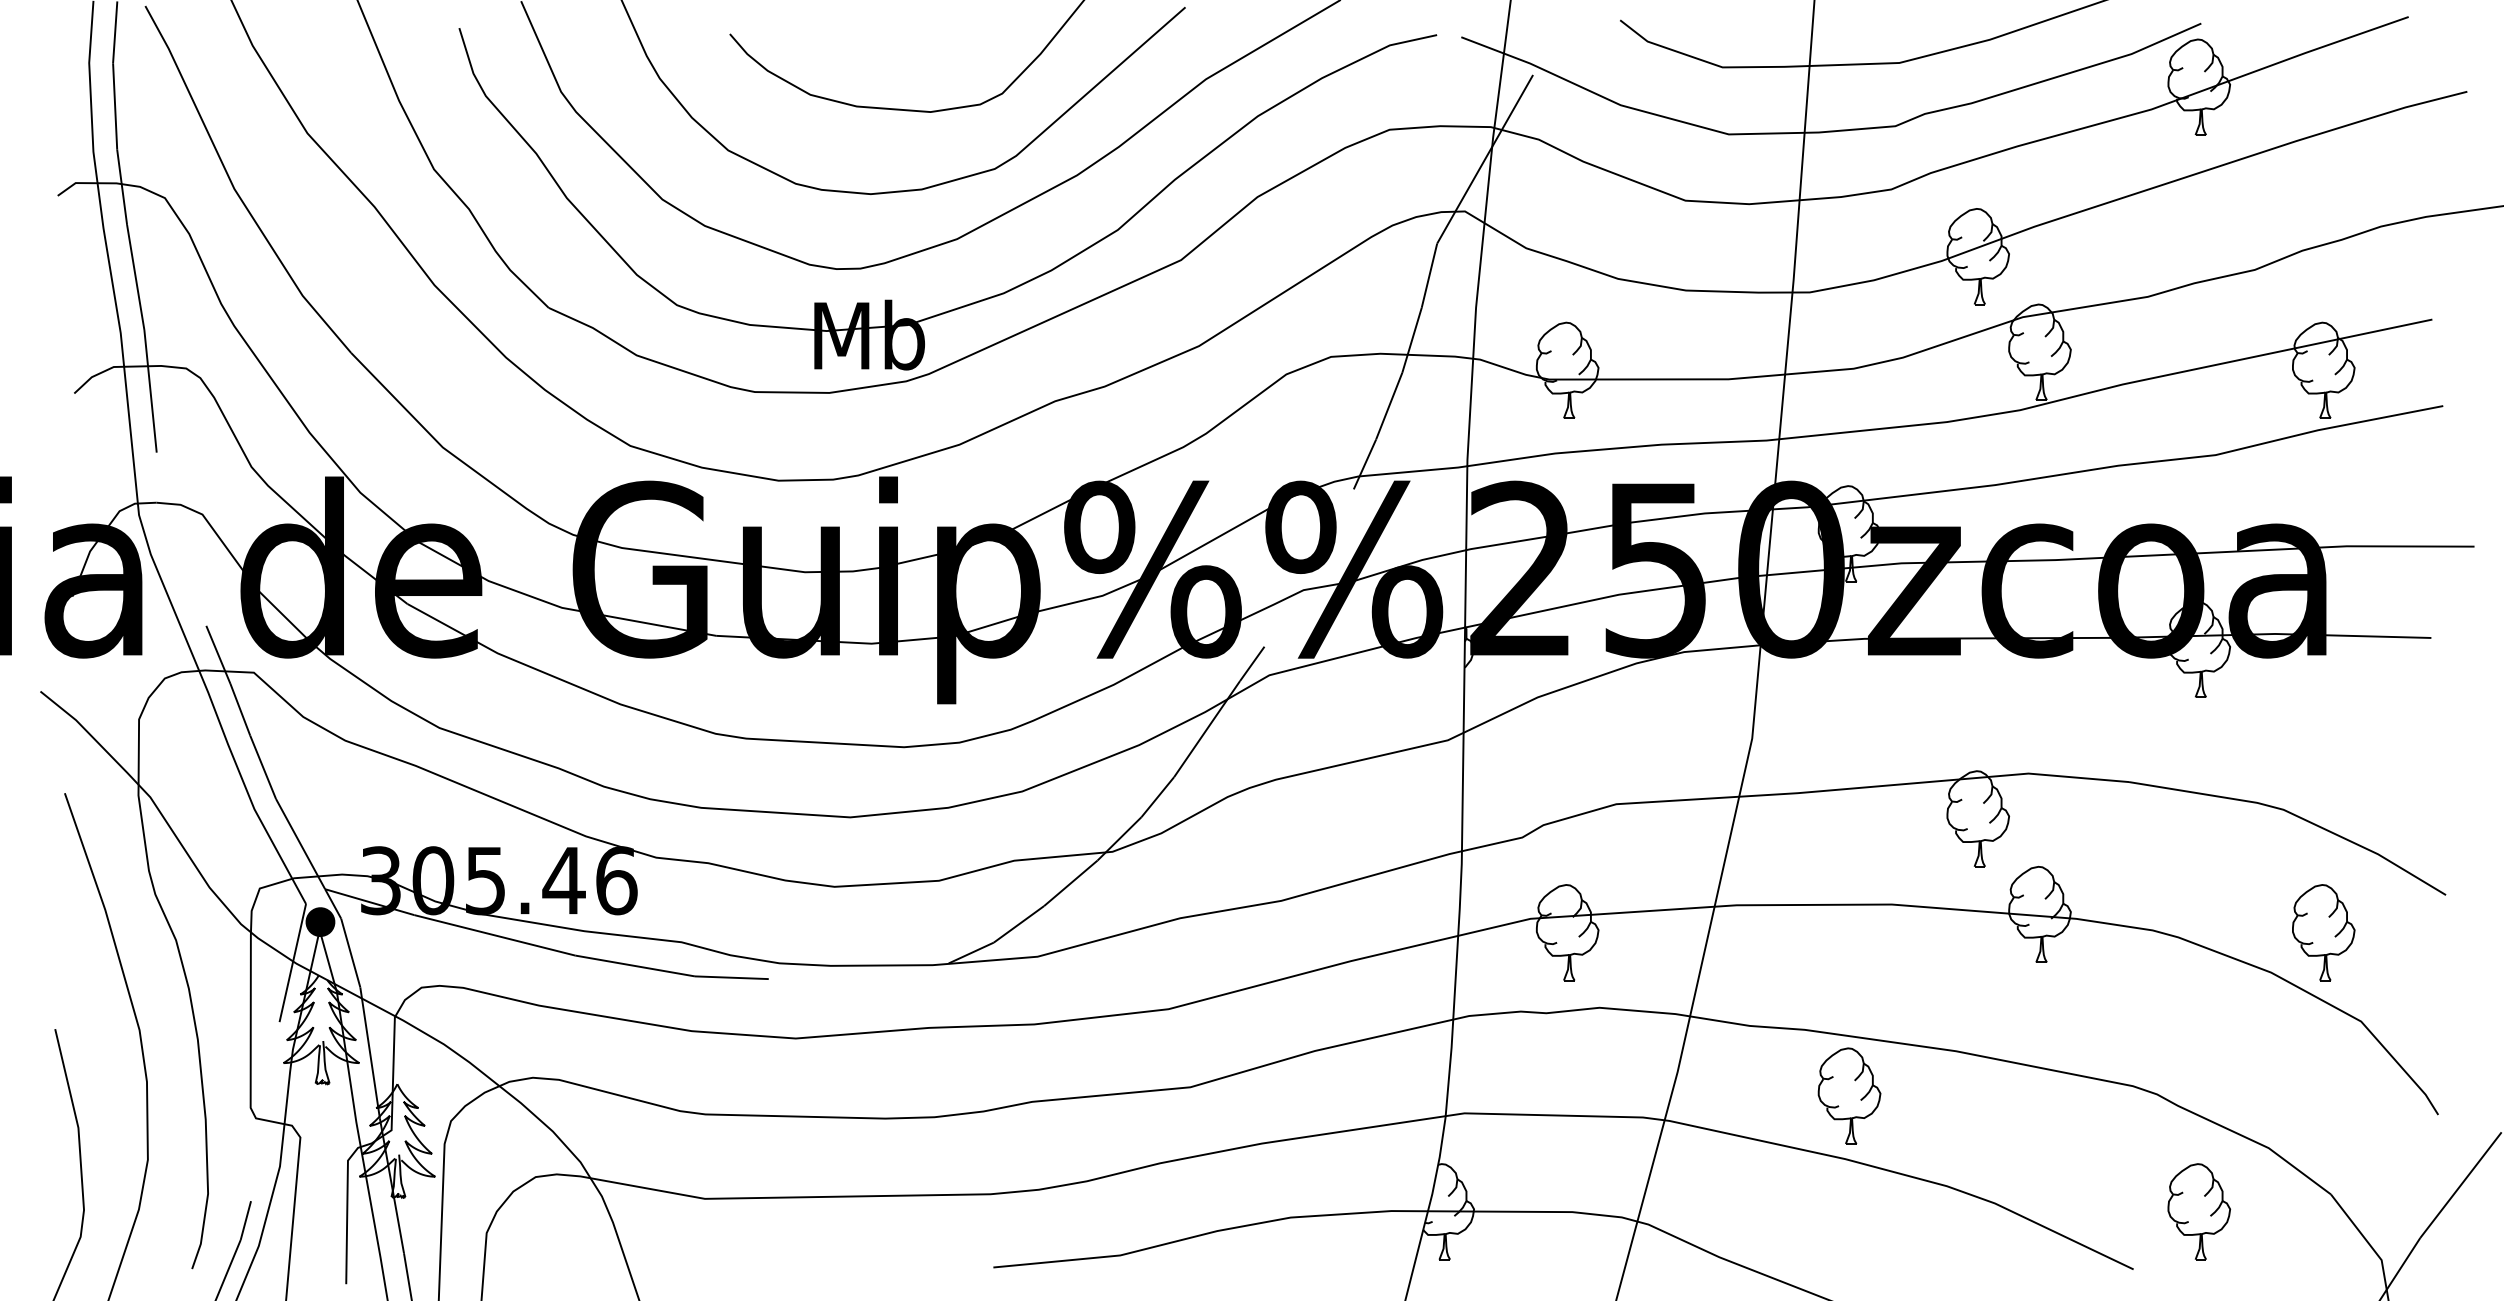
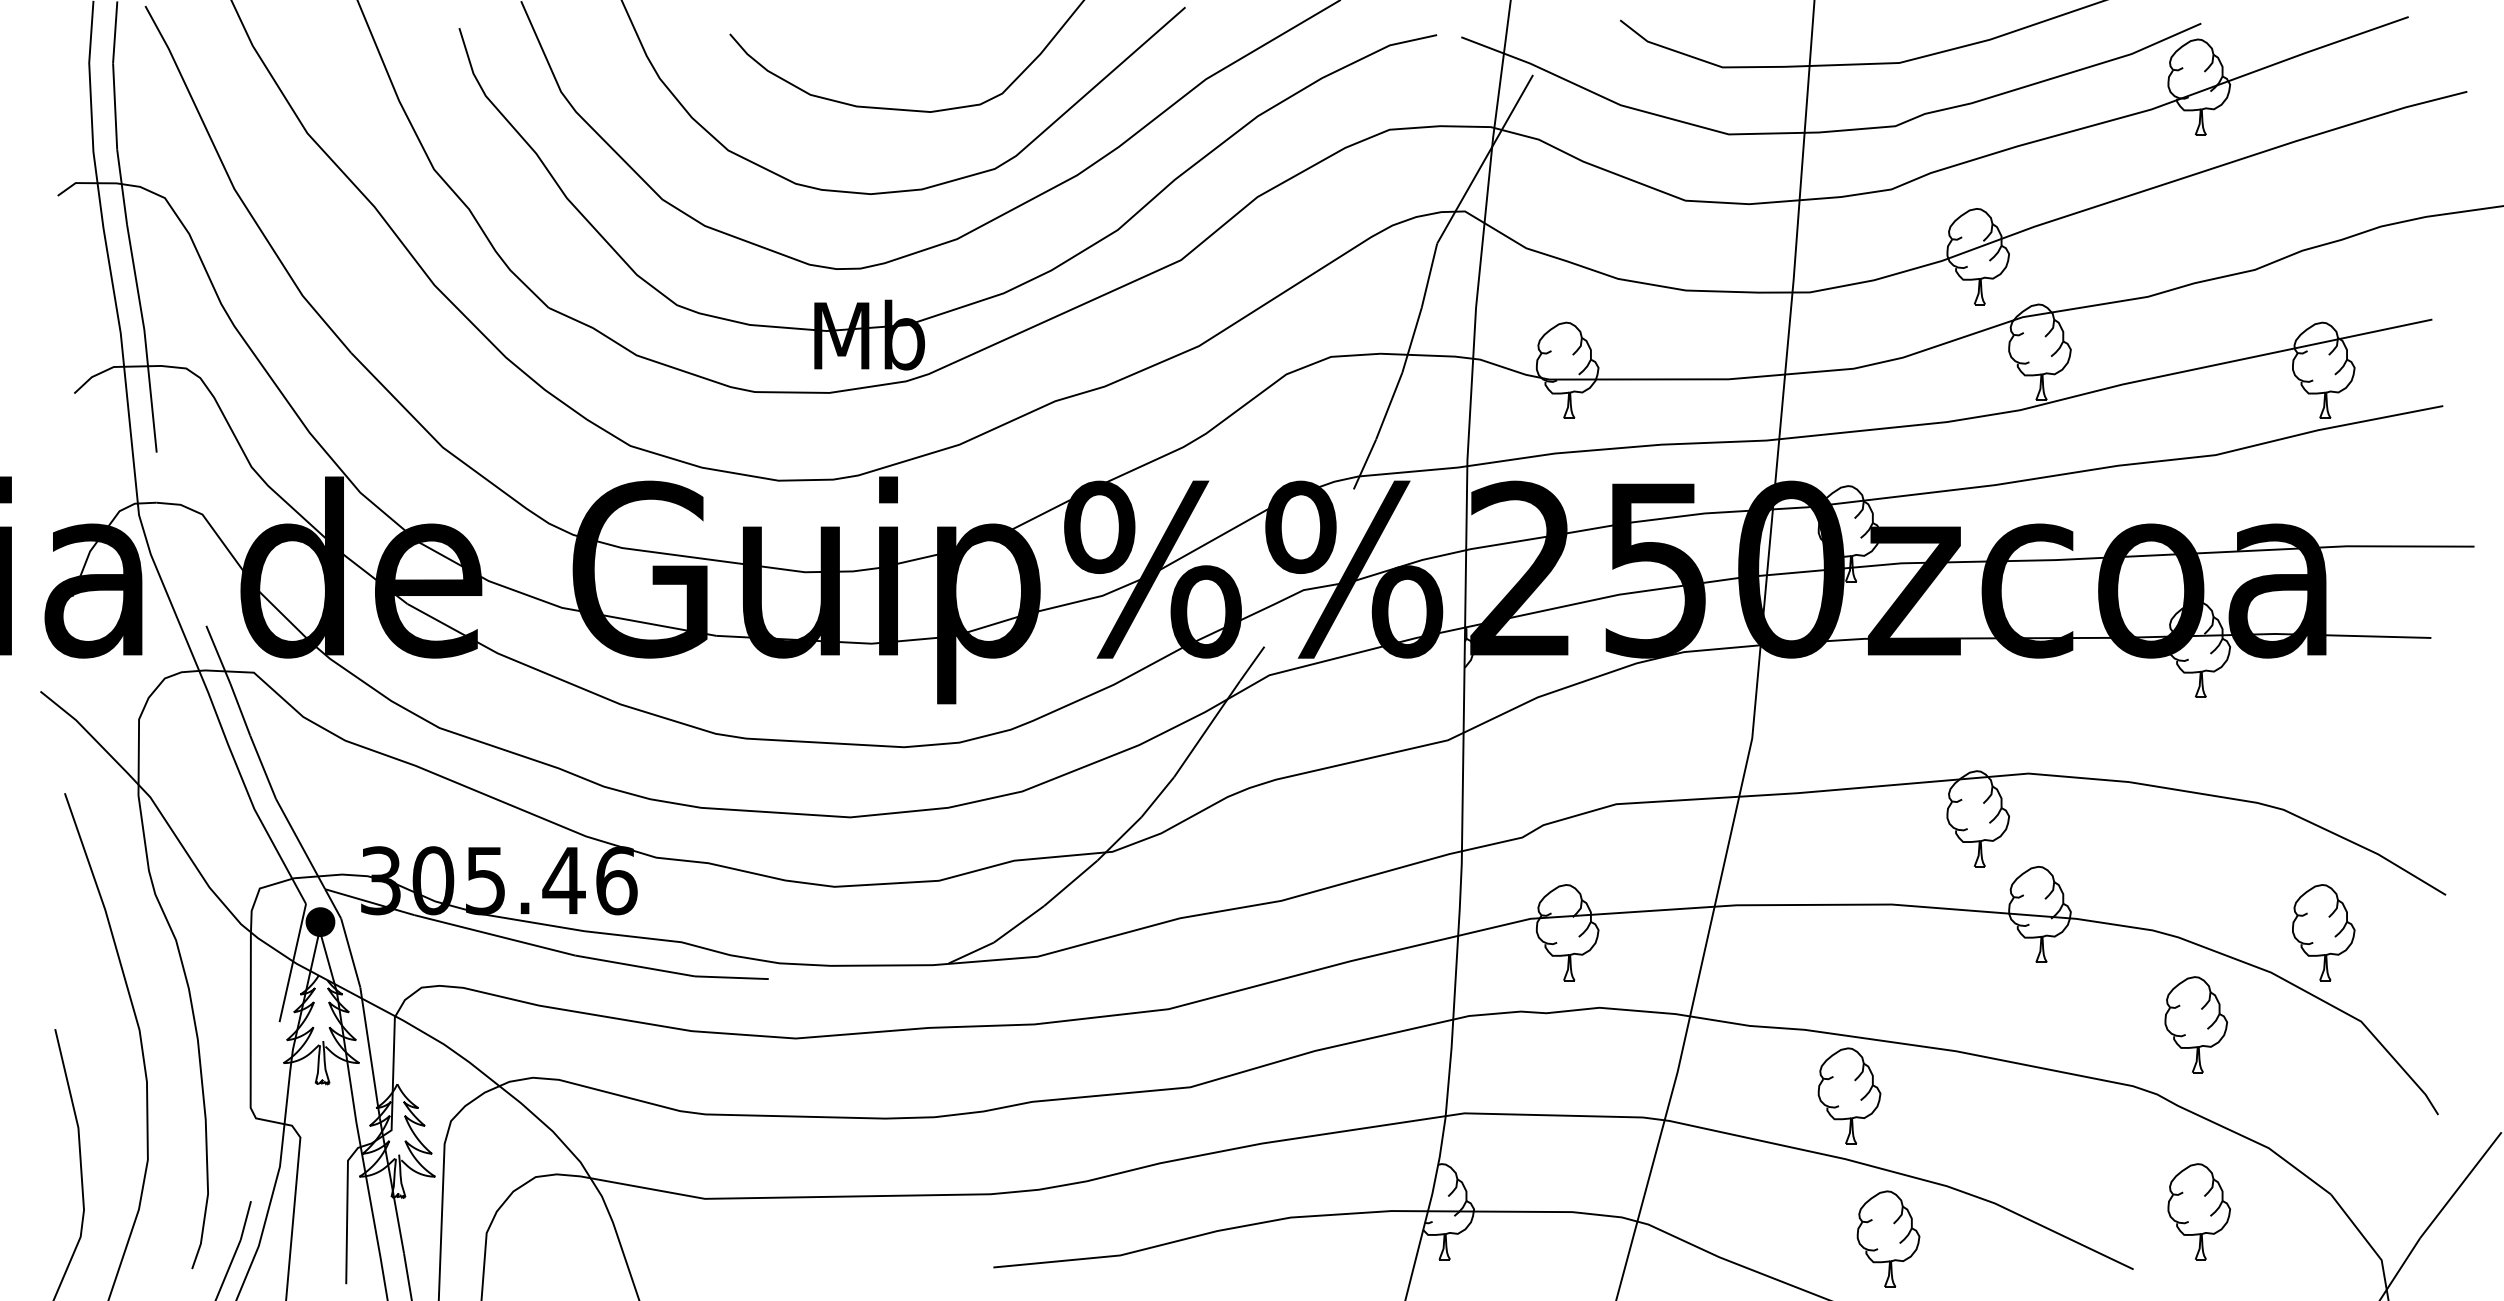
part at (2196, 1024): none -> present
part at (1888, 1238): none -> present
